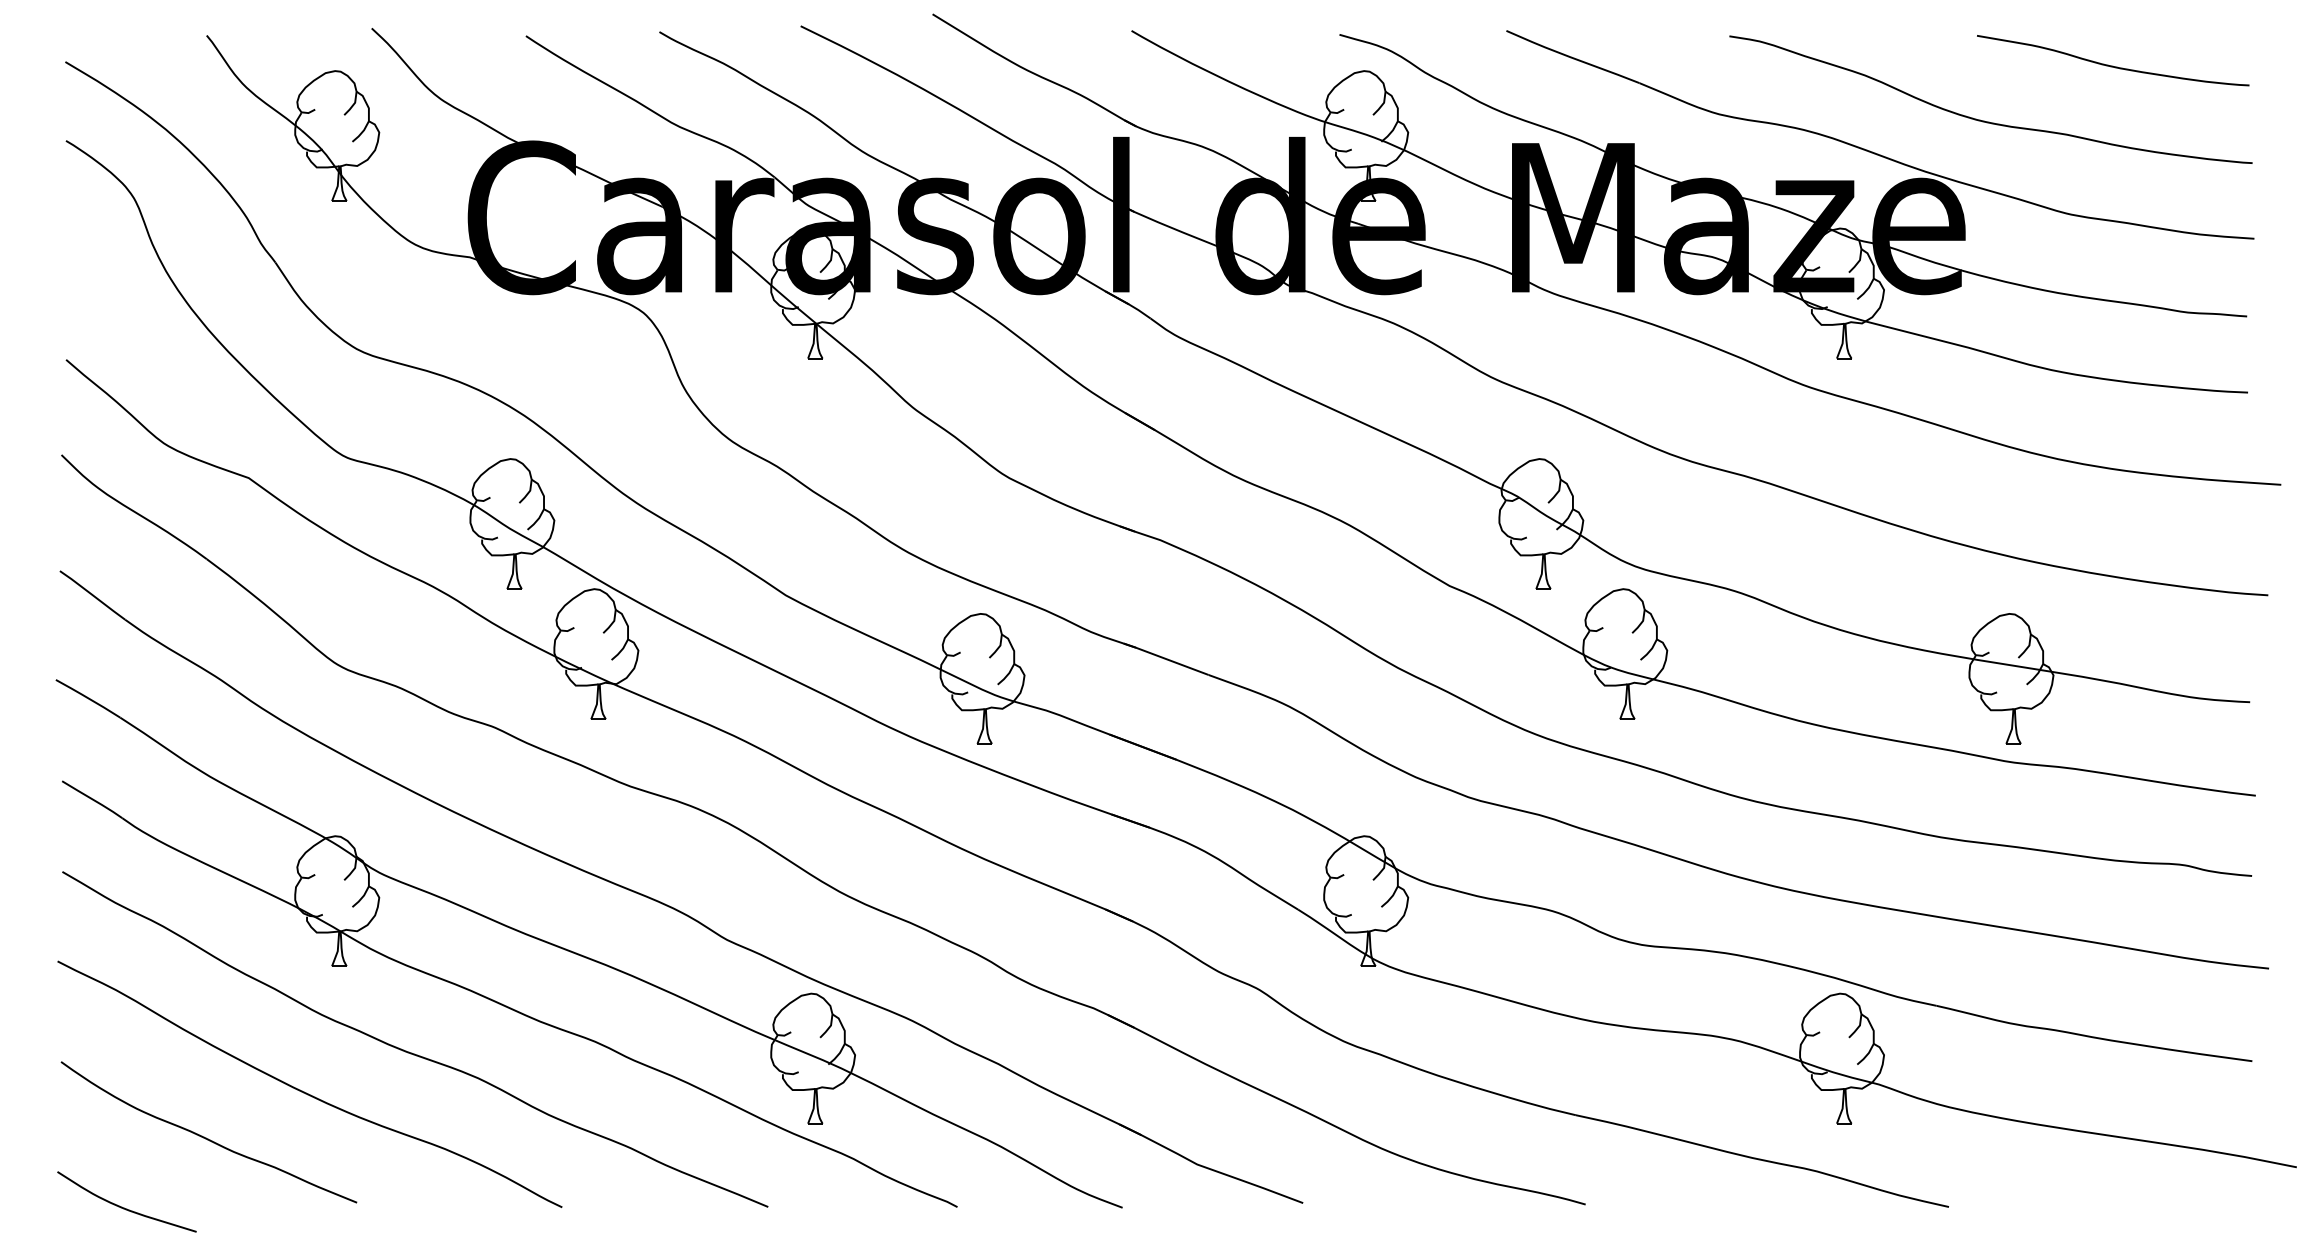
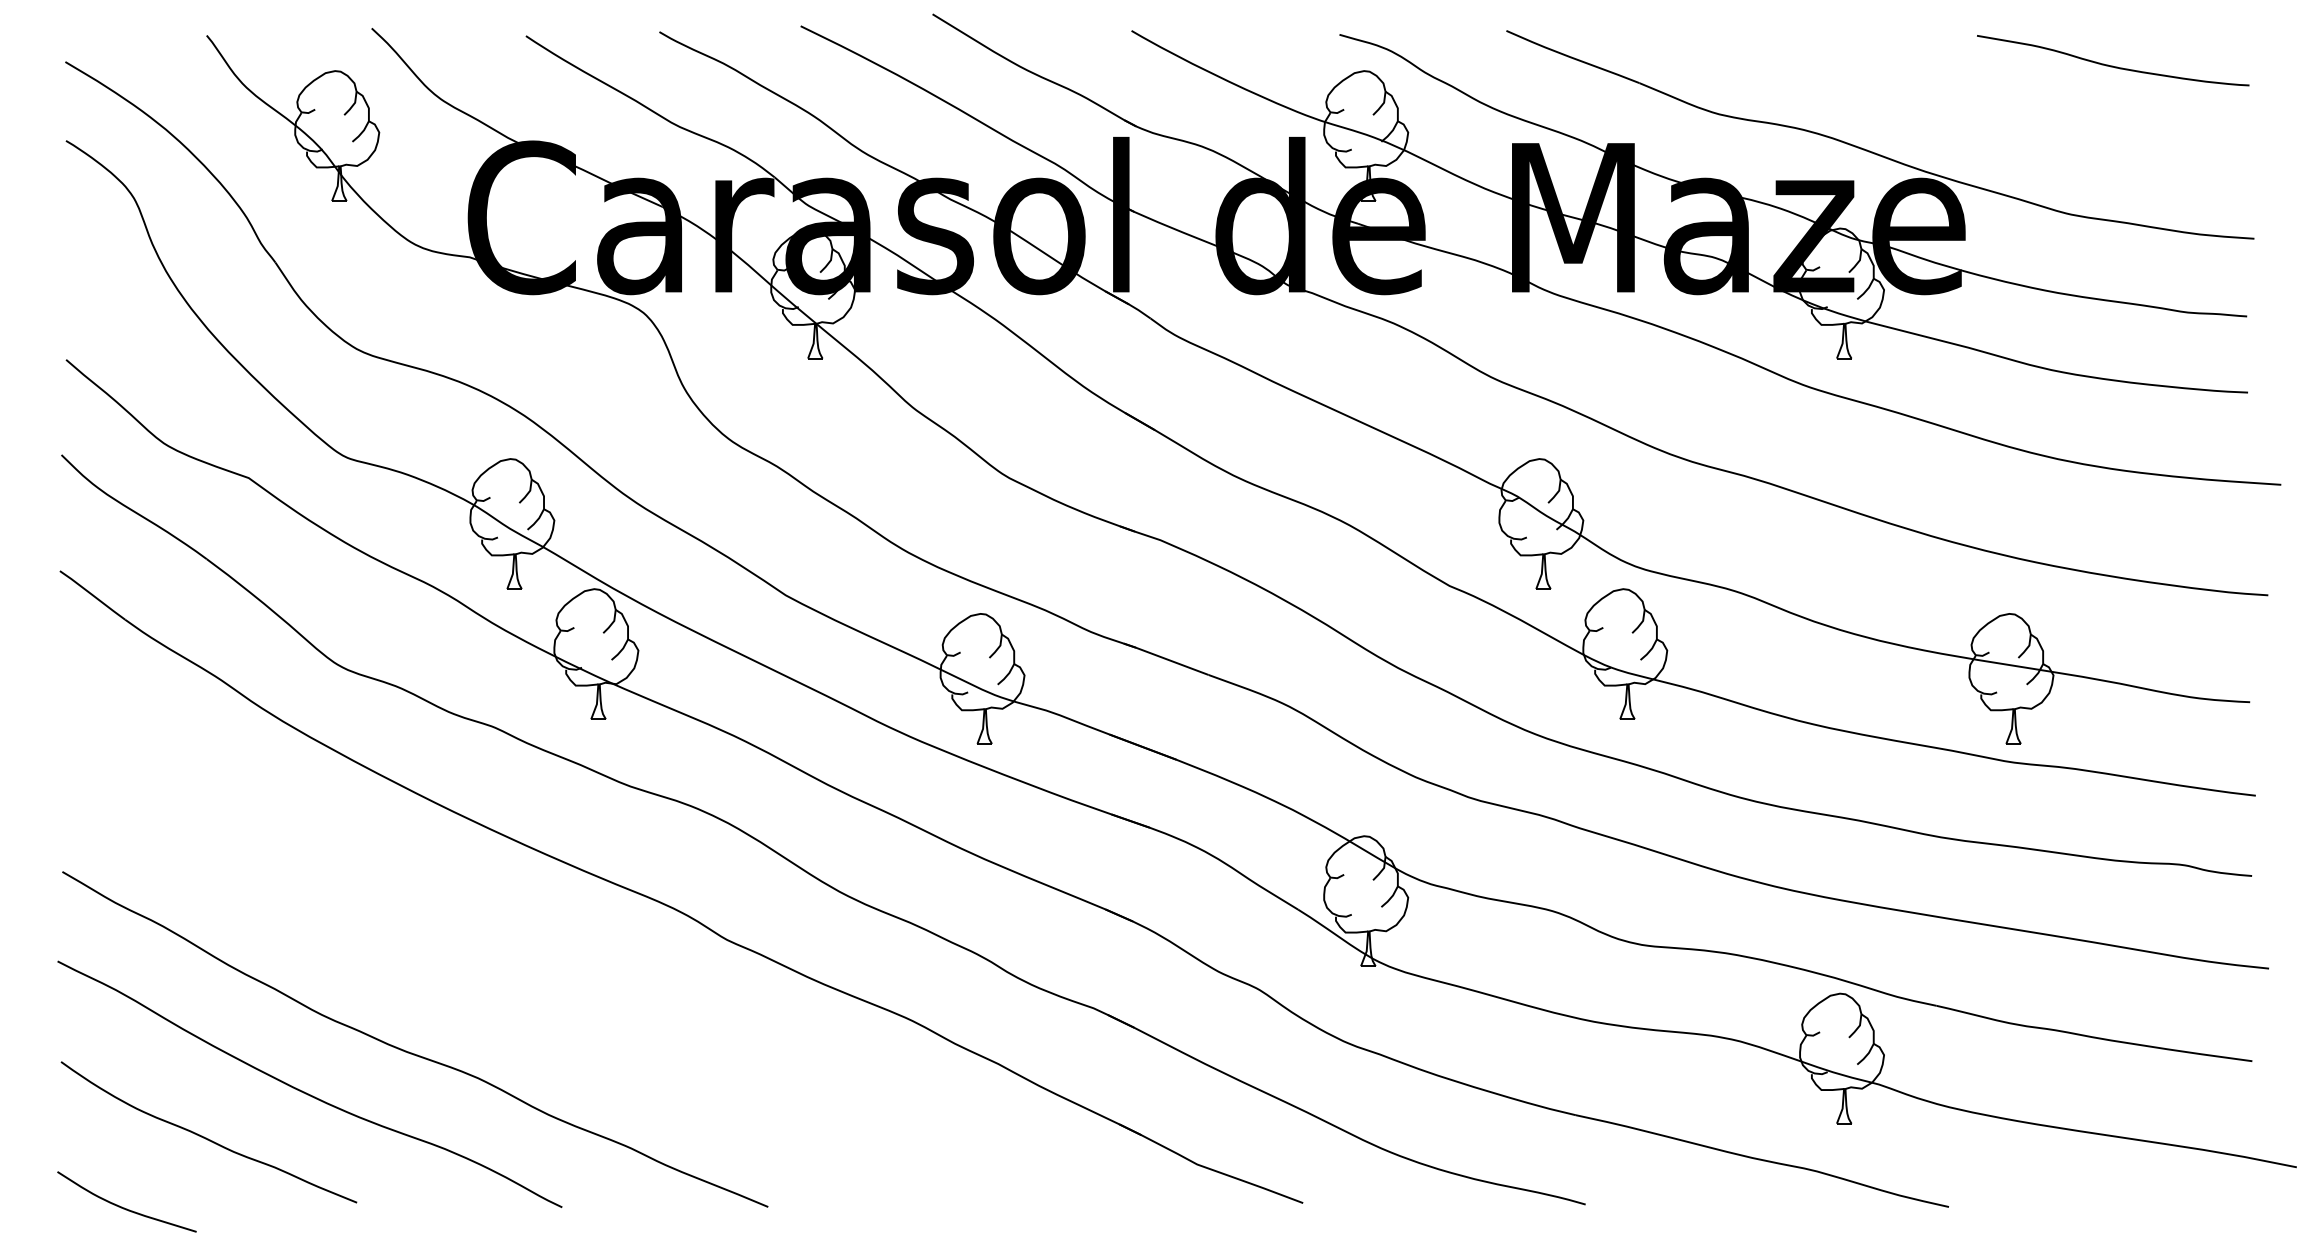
curve at (1984, 120): present -> none
part at (584, 955): present -> none
